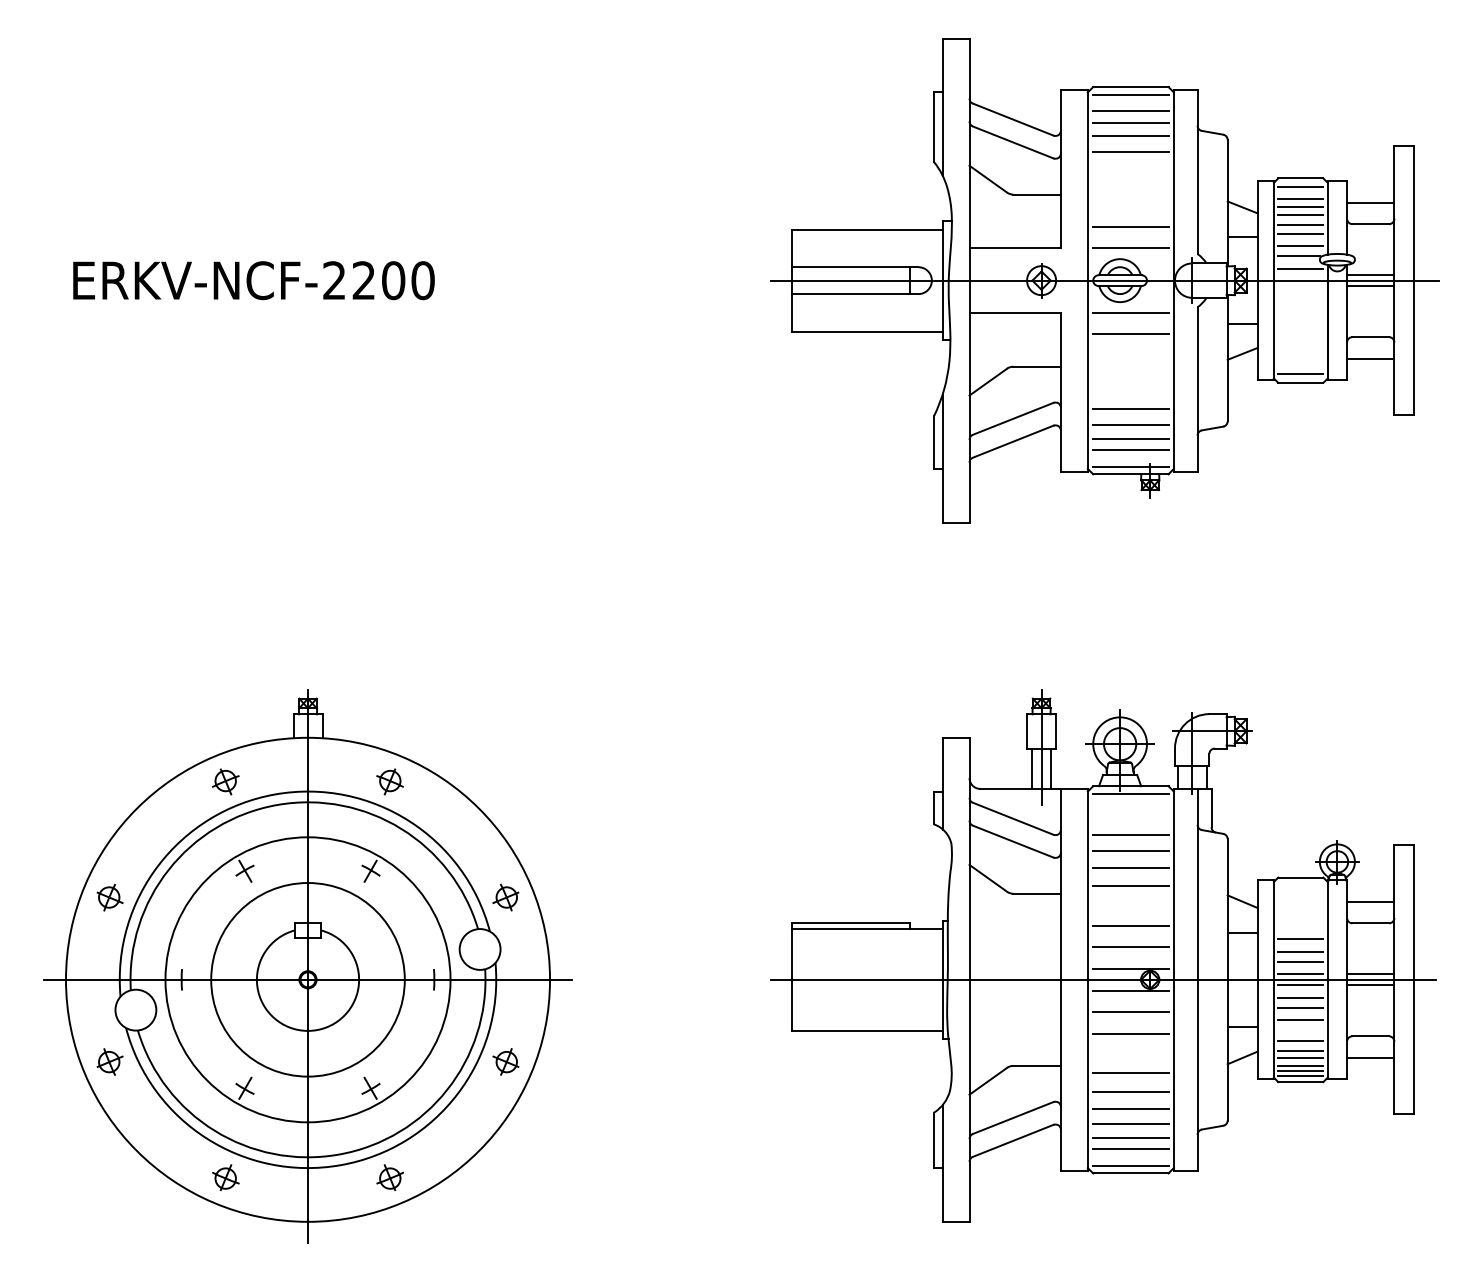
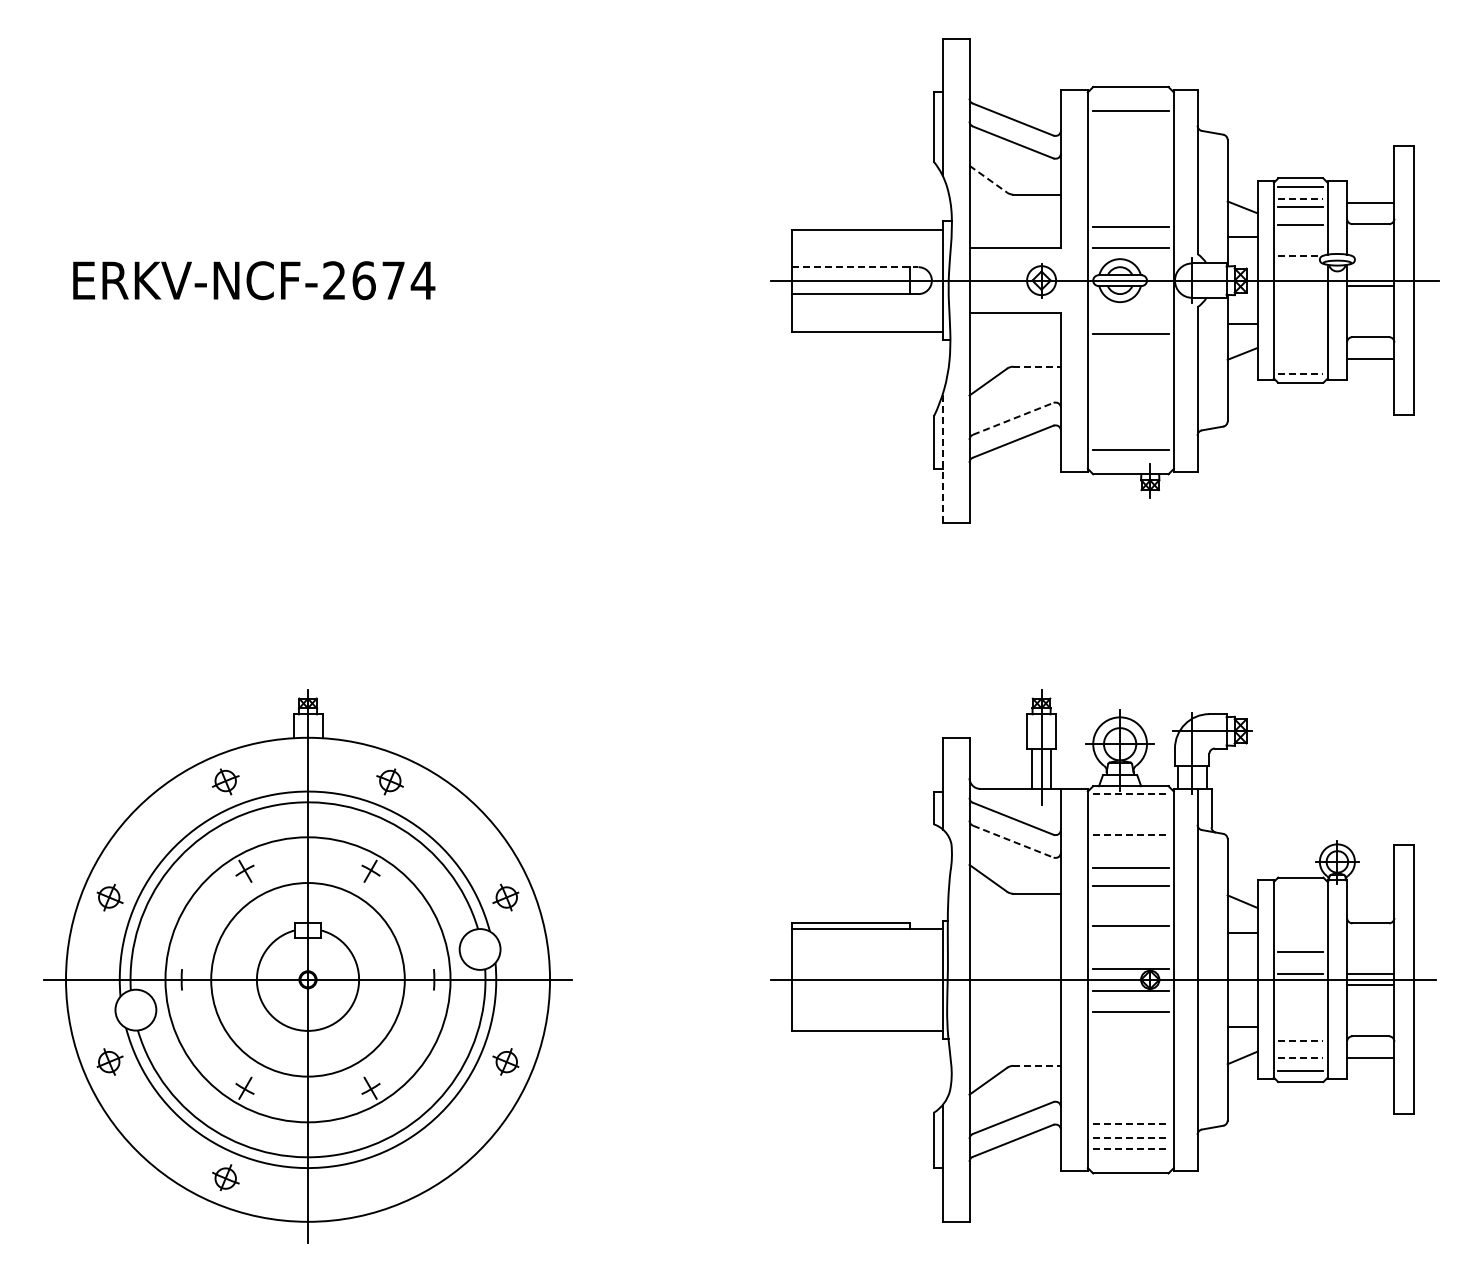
line at (1130, 94): present -> none
line at (1130, 122): present -> none
line at (1130, 136): present -> none
line at (1130, 151): present -> none
line at (988, 179): solid -> dashed
line at (1300, 198): solid -> dashed
line at (1300, 215): present -> none
line at (1300, 234): present -> none
line at (1300, 245): present -> none
line at (1299, 255): solid -> dashed
line at (855, 267): solid -> dashed
line at (1300, 268): present -> none
line at (1370, 275): present -> none
text at (393, 280): ERKV-NCF-2200 -> ERKV-NCF-2674
line at (1130, 312): present -> none
line at (1037, 366): solid -> dashed
line at (1300, 374): solid -> dashed
line at (1130, 409): present -> none
line at (1013, 418): solid -> dashed
line at (1130, 425): present -> none
line at (1130, 438): present -> none
line at (942, 459): solid -> dashed
line at (1130, 466): present -> none
line at (1130, 793): solid -> dashed
line at (1130, 835): solid -> dashed
line at (1013, 841): solid -> dashed
line at (1130, 851): present -> none
line at (1370, 901): present -> none
line at (1300, 939): present -> none
line at (1130, 947): present -> none
line at (1300, 962): present -> none
line at (1300, 985): present -> none
line at (1300, 997): present -> none
line at (1300, 1008): present -> none
line at (1300, 1020): present -> none
line at (1130, 1033): present -> none
line at (1300, 1040): solid -> dashed
line at (1300, 1050): present -> none
line at (1300, 1058): solid -> dashed
line at (1037, 1065): solid -> dashed
line at (1300, 1065): present -> none
line at (1130, 1073): present -> none
line at (1300, 1075): present -> none
line at (1130, 1091): present -> none
line at (1130, 1108): present -> none
line at (1130, 1124): solid -> dashed
line at (1130, 1137): solid -> dashed
line at (1130, 1149): solid -> dashed
line at (1130, 1165): present -> none
part at (389, 1177): present -> none
